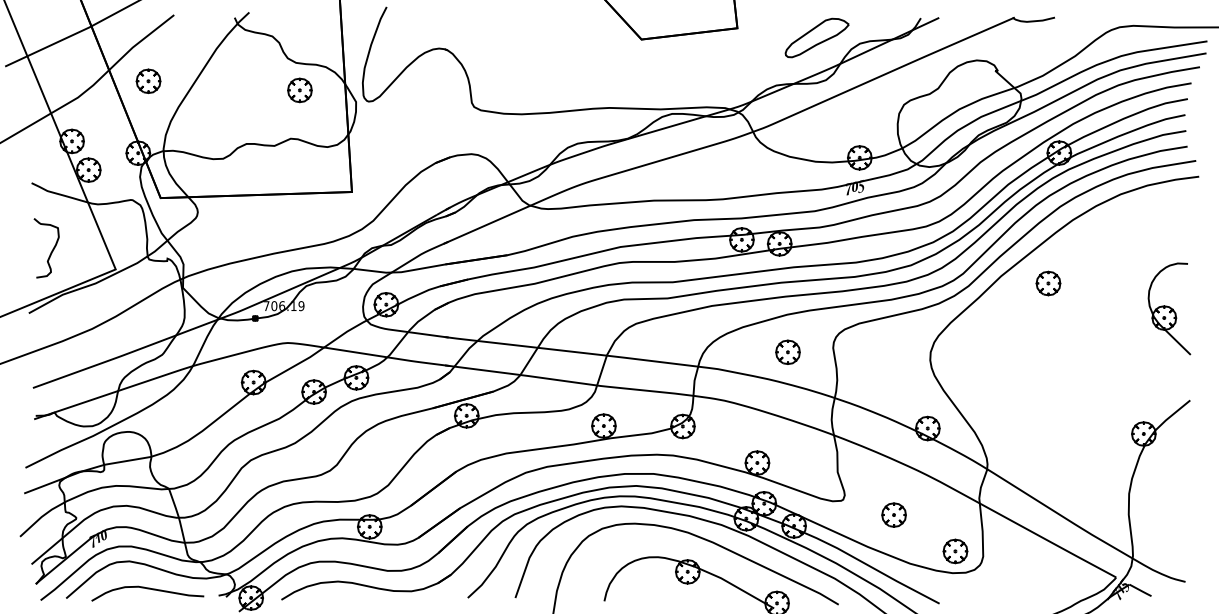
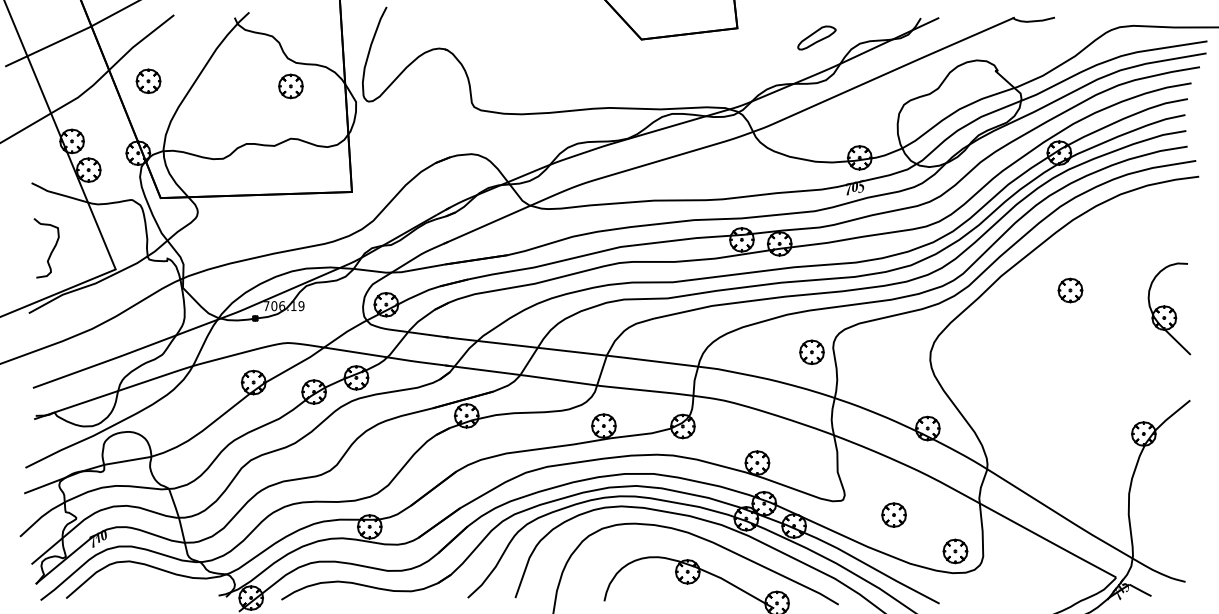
part at (816, 37) size: 66x42 px -> 40x26 px
part at (299, 90) position: (299, 90) -> (290, 86)
part at (1048, 283) position: (1048, 283) -> (1070, 290)
part at (787, 351) position: (787, 351) -> (811, 351)
curve at (147, 589): present -> none
